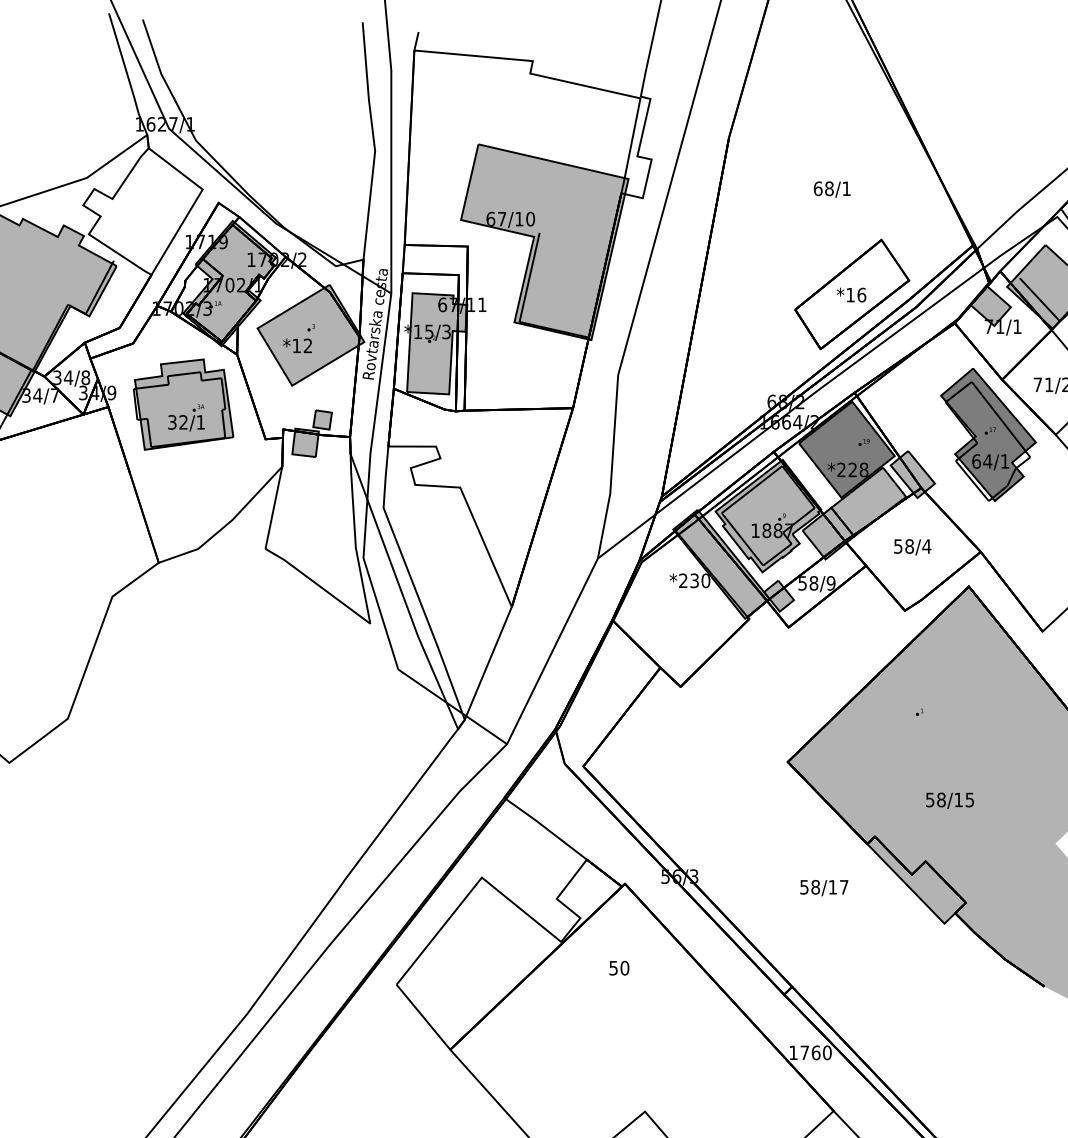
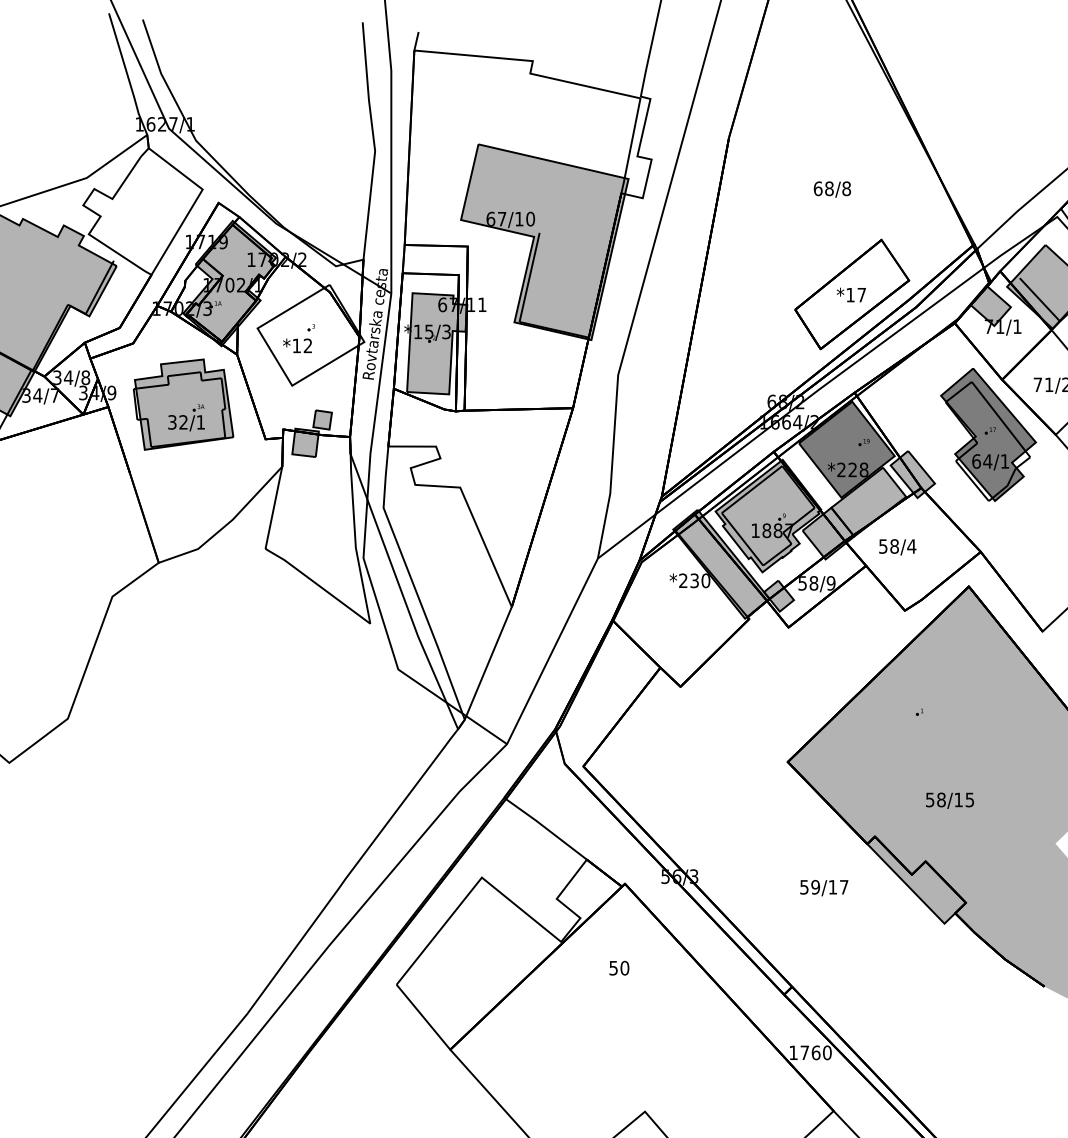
text at (846, 188): 68/1 -> 68/8
text at (861, 294): *16 -> *17
fill at (310, 334): present -> none
text at (912, 547) position: (912, 547) -> (897, 547)
text at (815, 887): 58/17 -> 59/17
